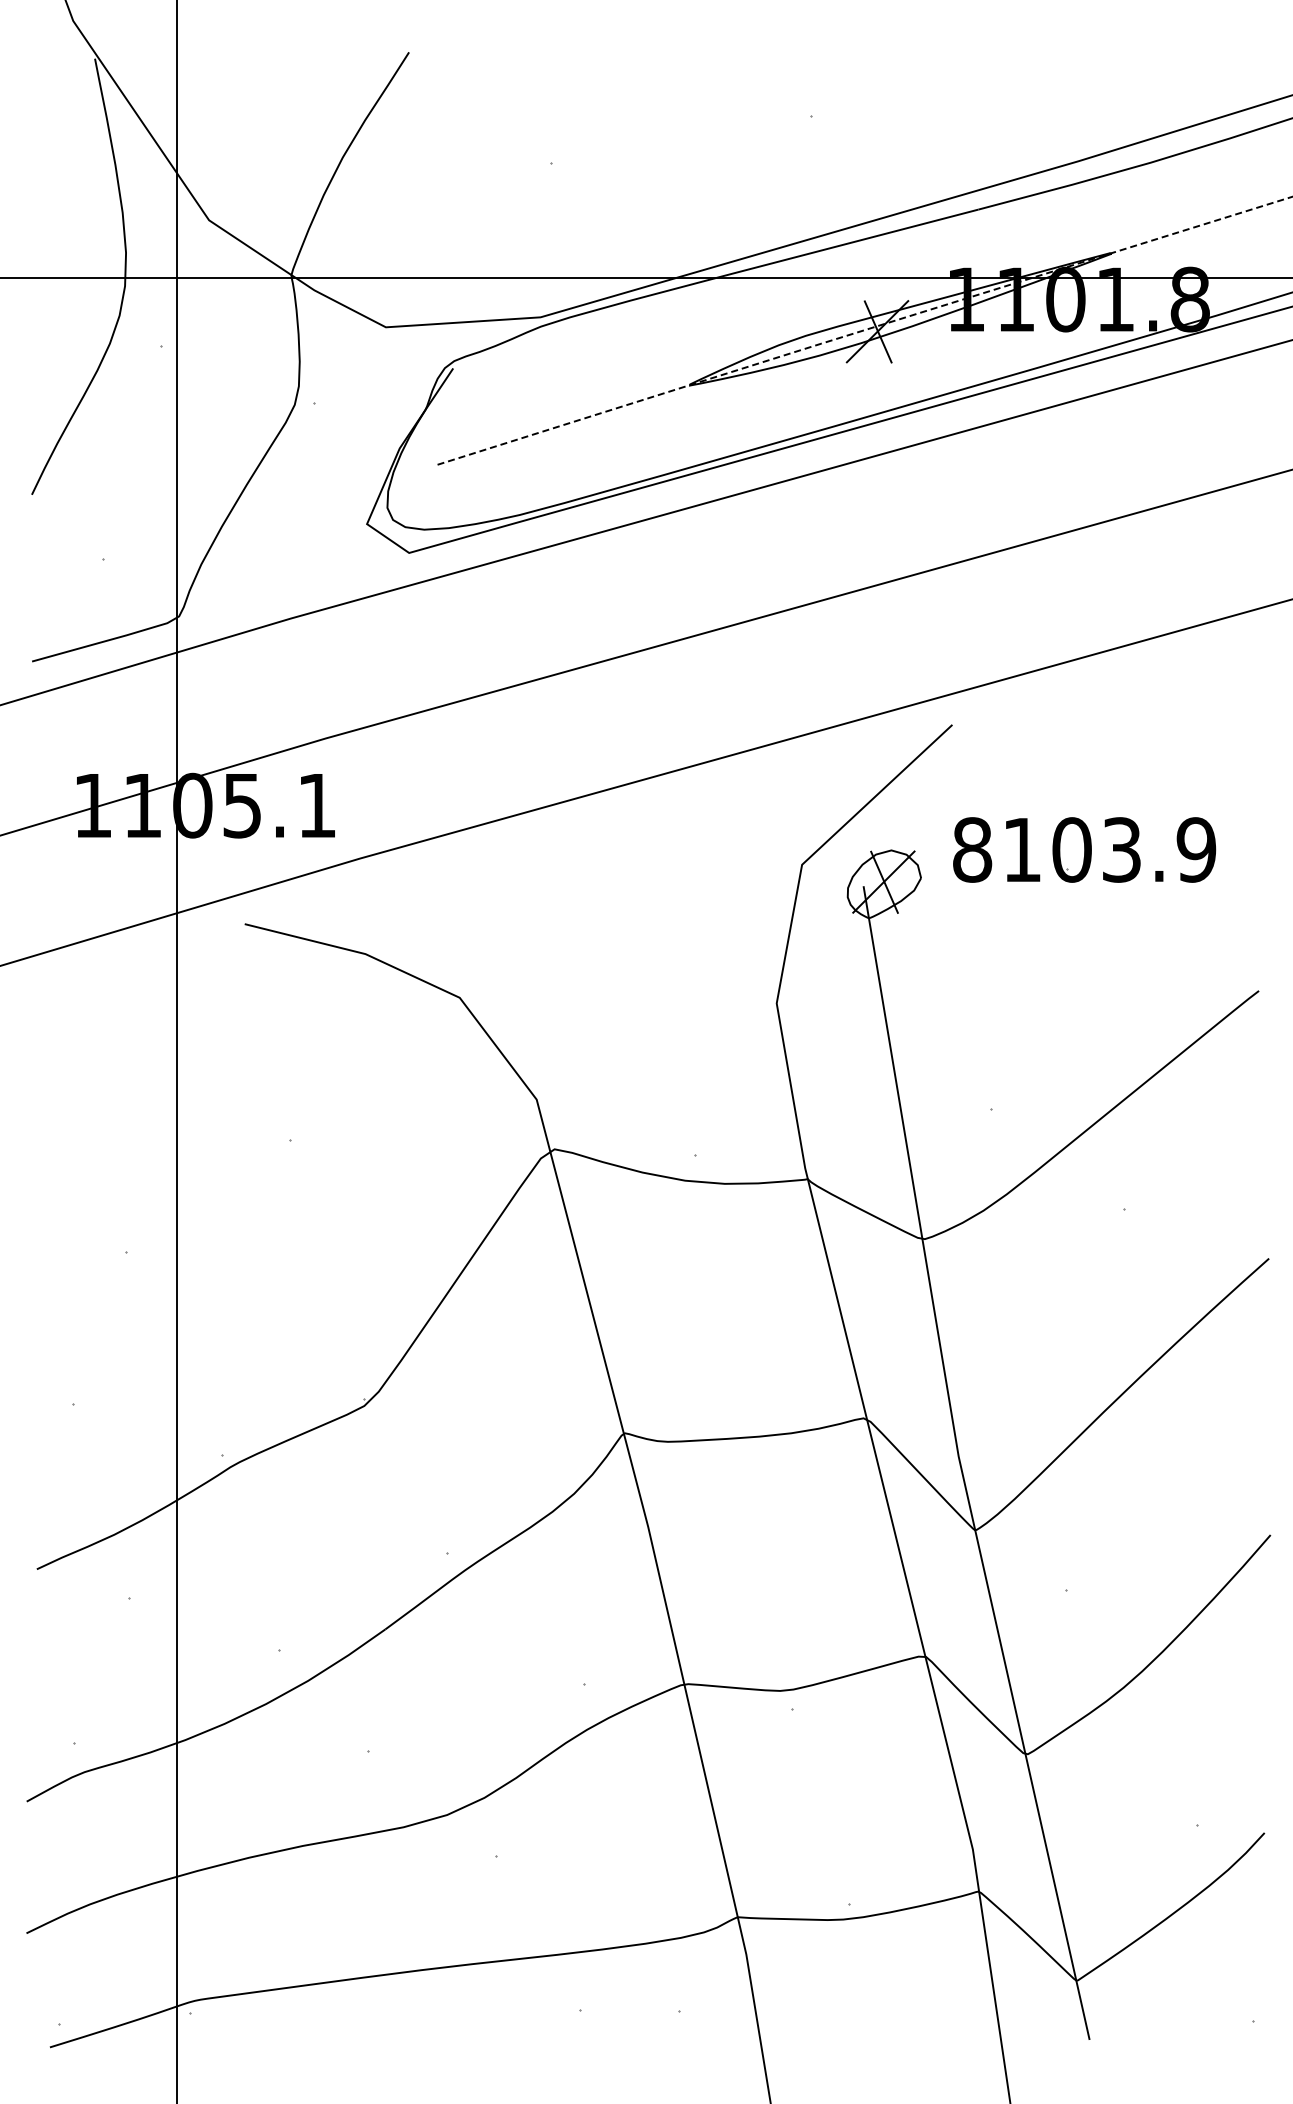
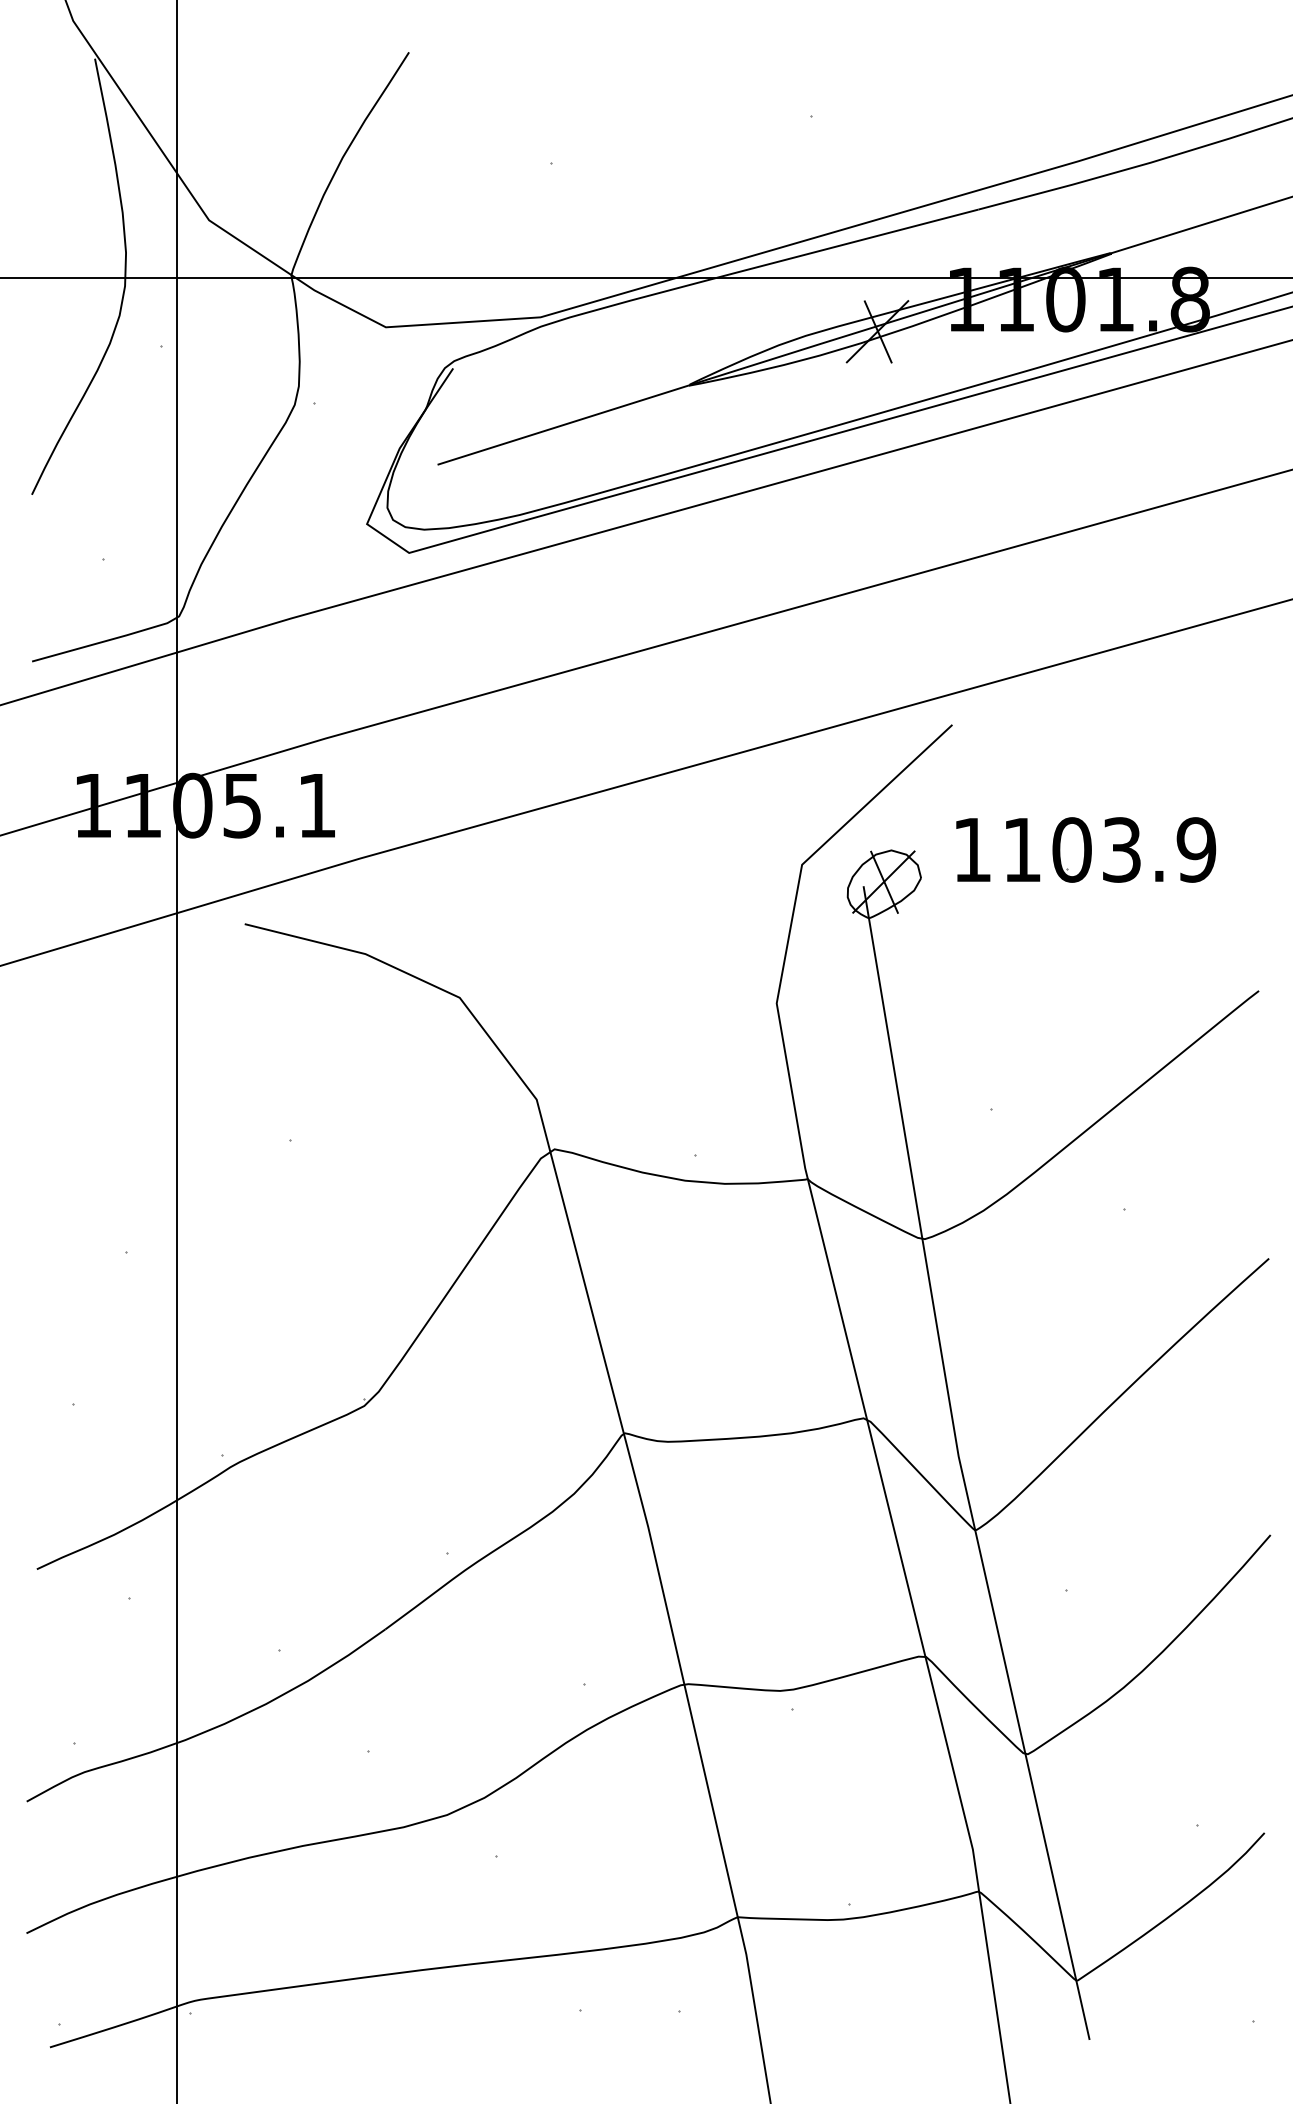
line at (864, 330): dashed -> solid
text at (972, 849): 8103.9 -> 1103.9
